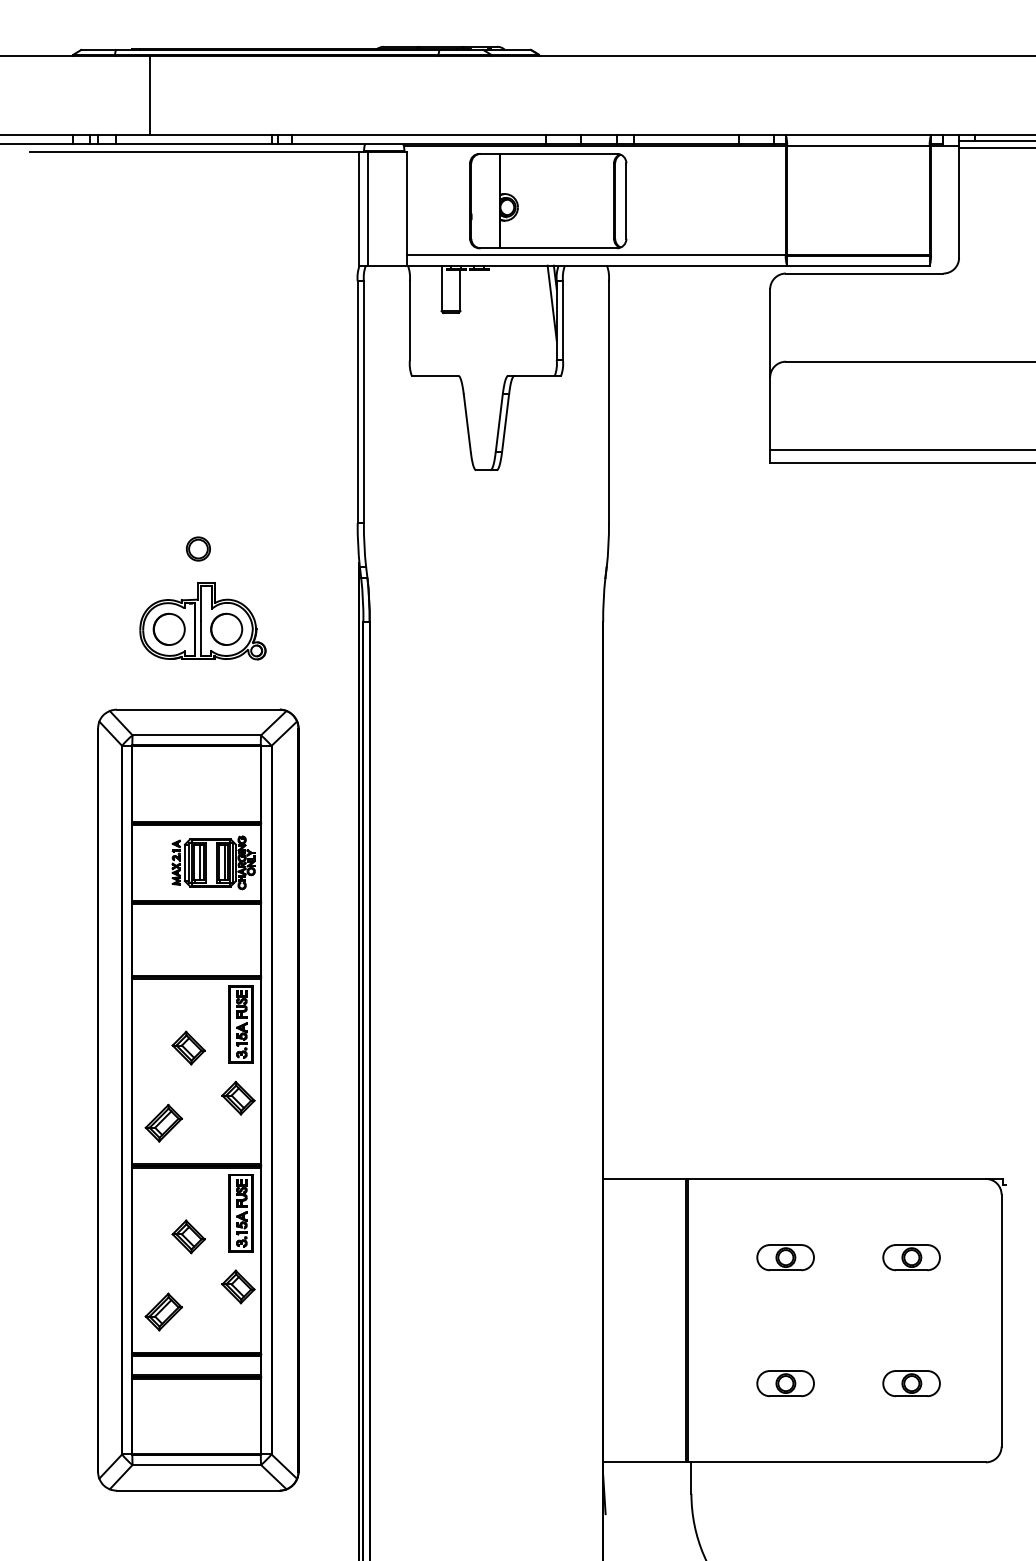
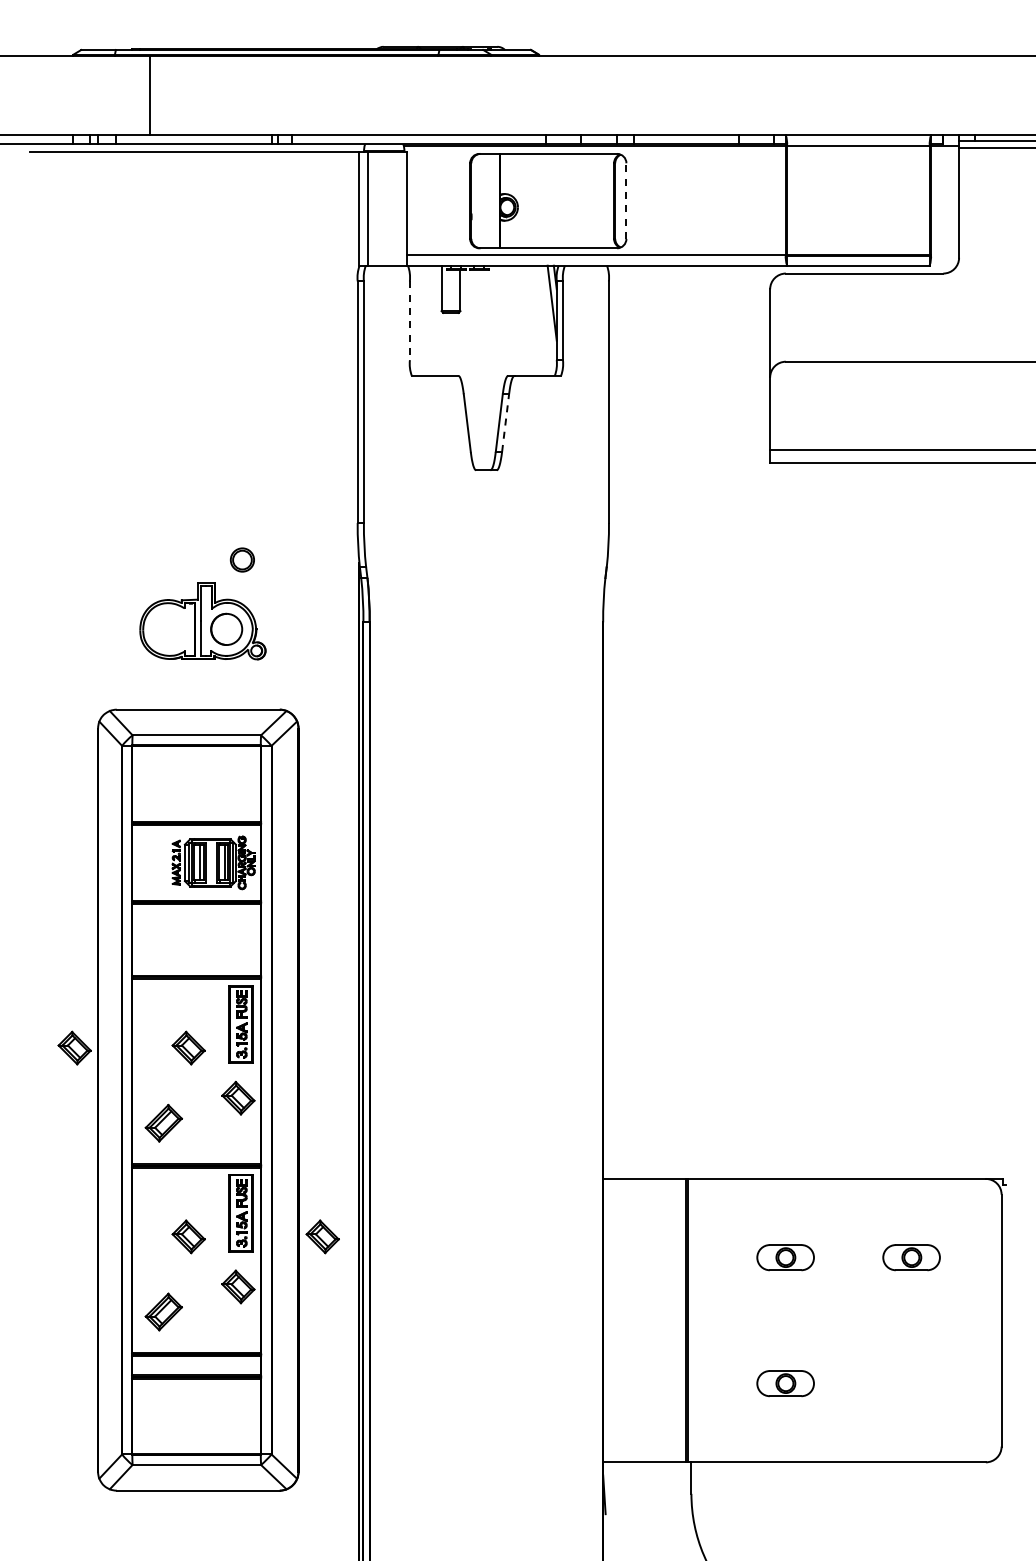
line at (626, 201): solid -> dashed
line at (409, 321): solid -> dashed
line at (505, 422): solid -> dashed
part at (197, 548) position: (197, 548) -> (241, 559)
circle at (168, 628): present -> none
part at (74, 1047): none -> present
part at (322, 1236): none -> present
part at (911, 1383): present -> none
